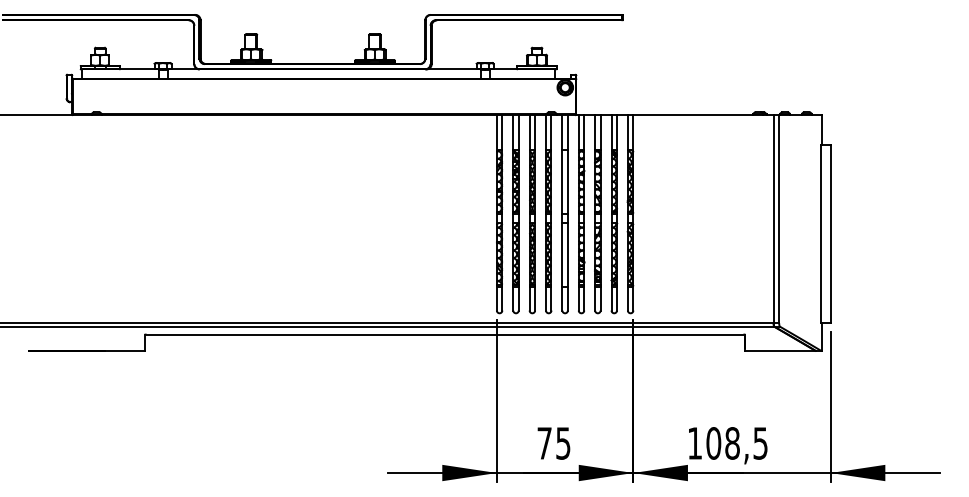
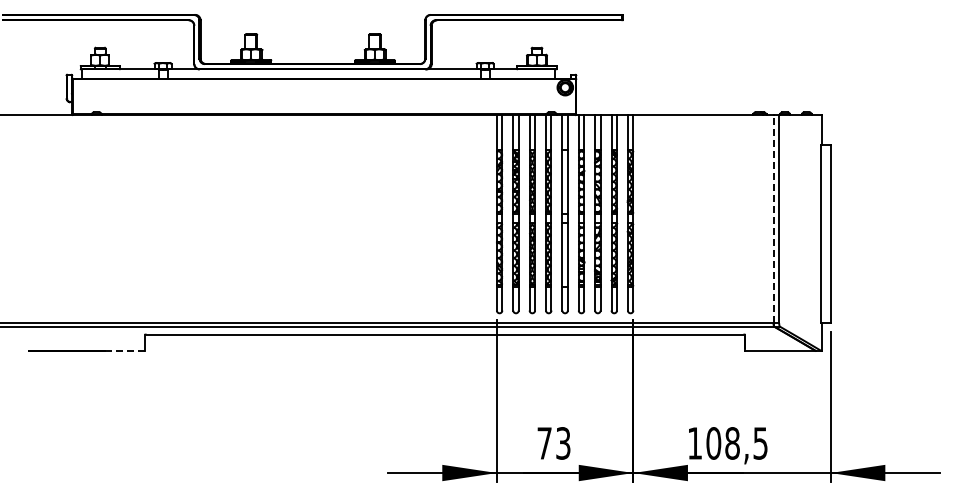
line at (773, 218): solid -> dashed
line at (124, 351): solid -> dashed
text at (563, 443): 75 -> 73
